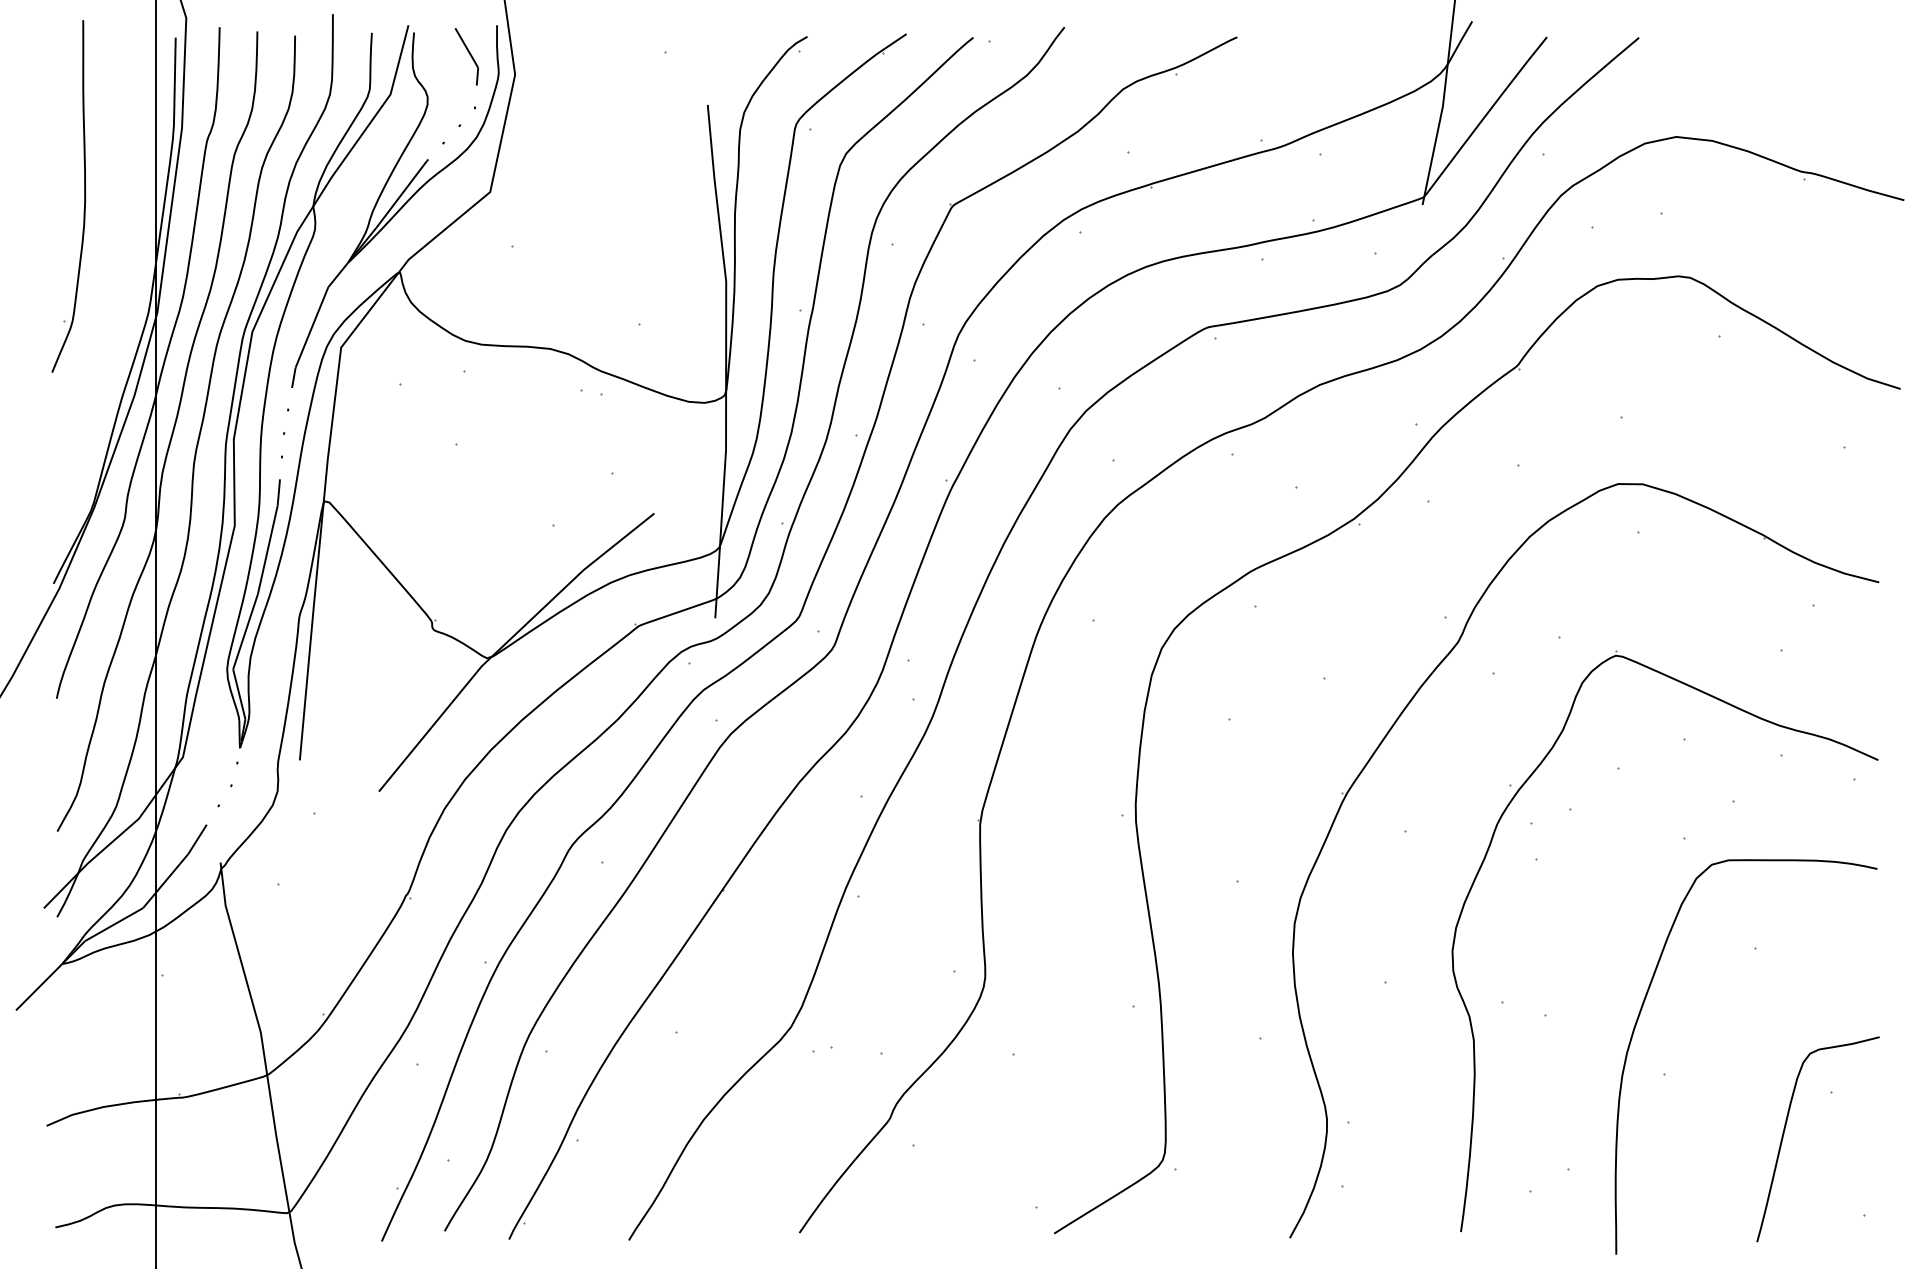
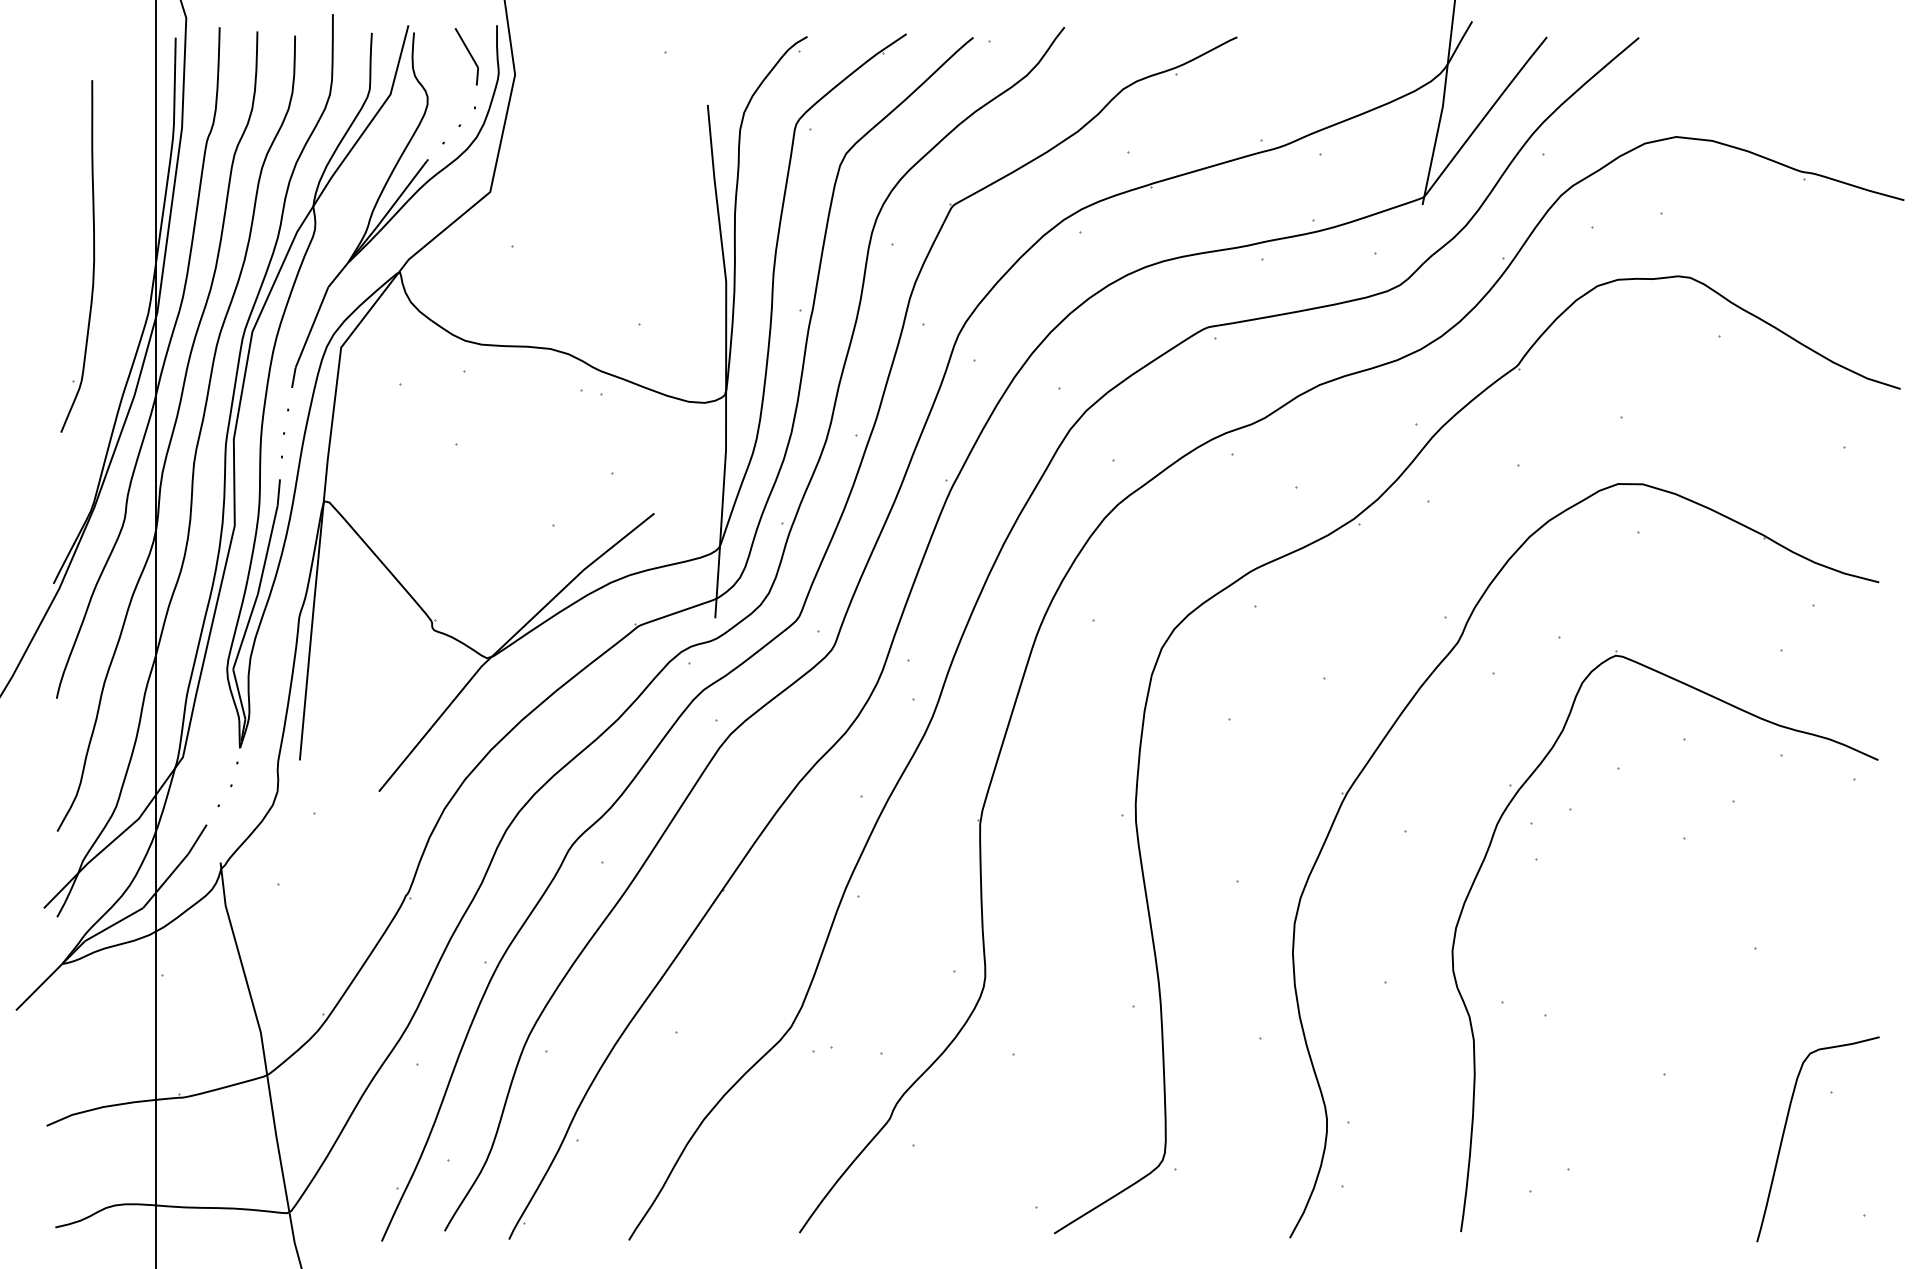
part at (84, 196) position: (84, 196) -> (93, 256)
curve at (1638, 1020): present -> none
